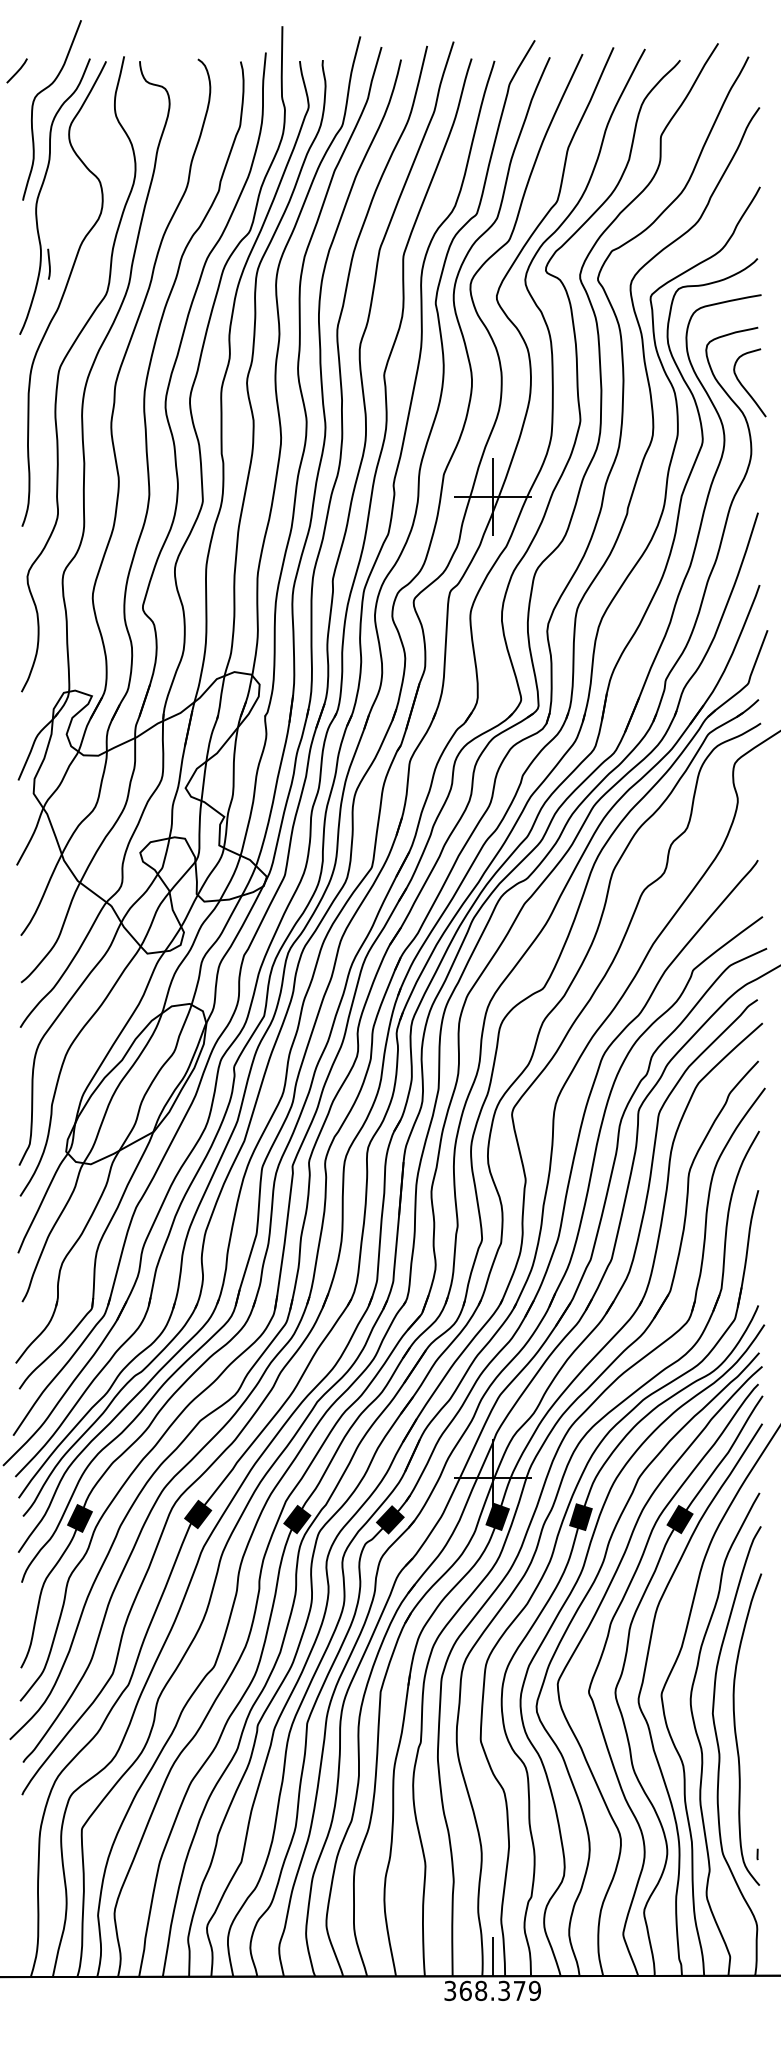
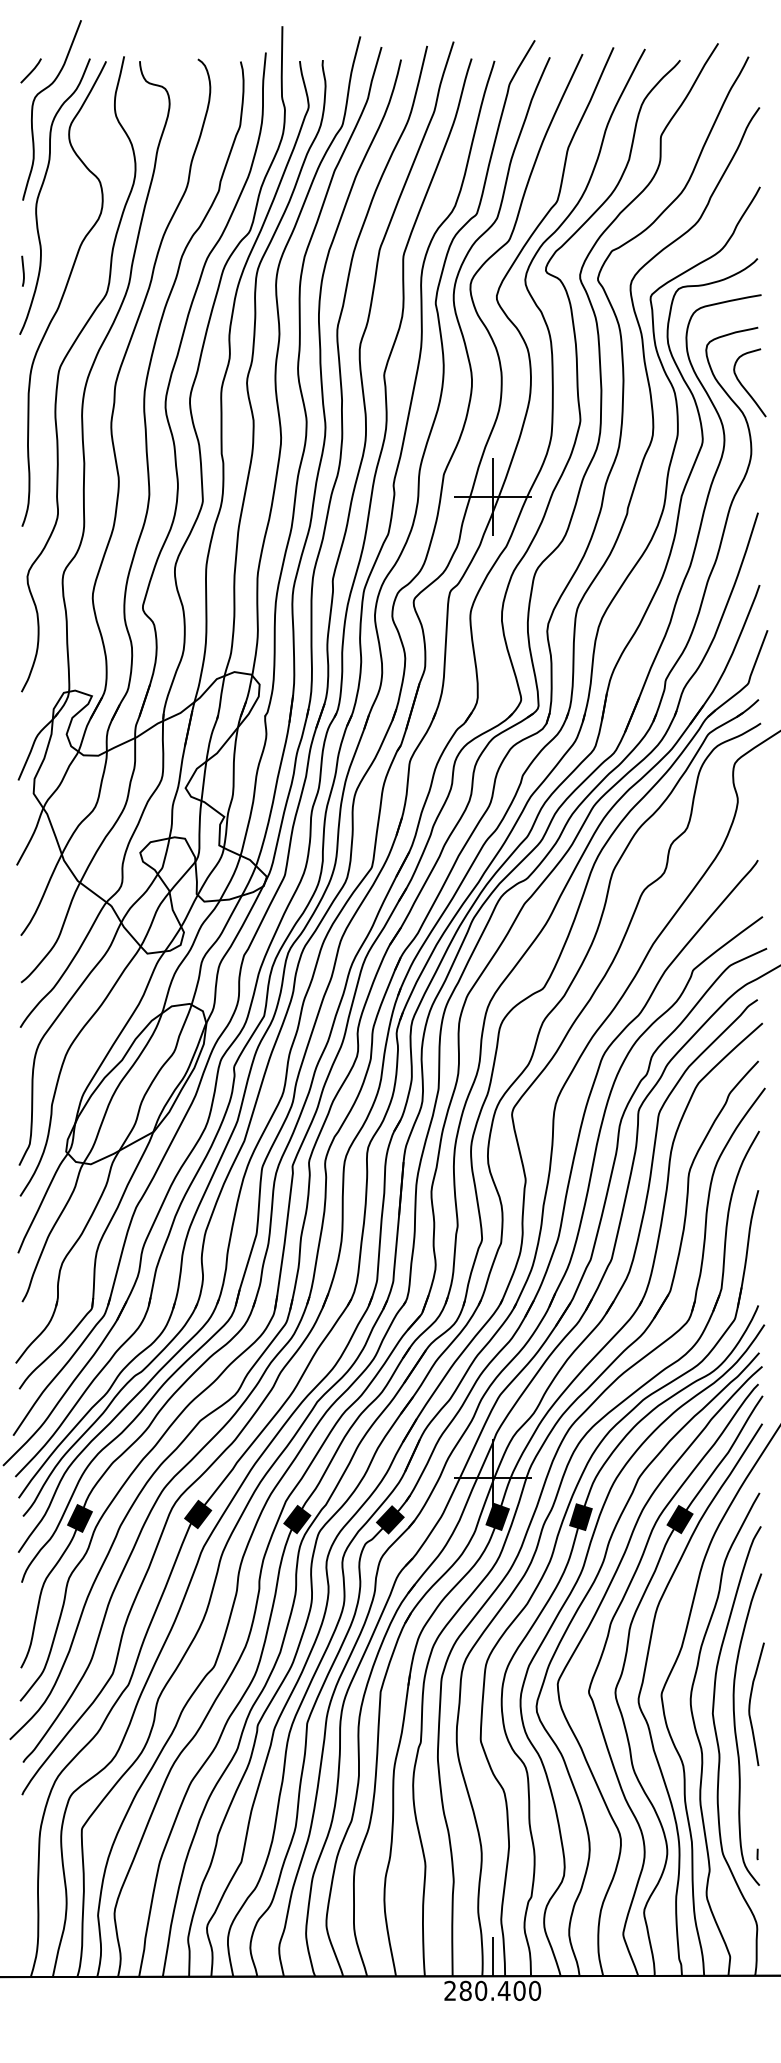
line at (17, 70) position: (17, 70) -> (31, 70)
line at (48, 263) position: (48, 263) -> (22, 270)
curve at (750, 1704): none -> present
text at (492, 1990): 368.379 -> 280.400
